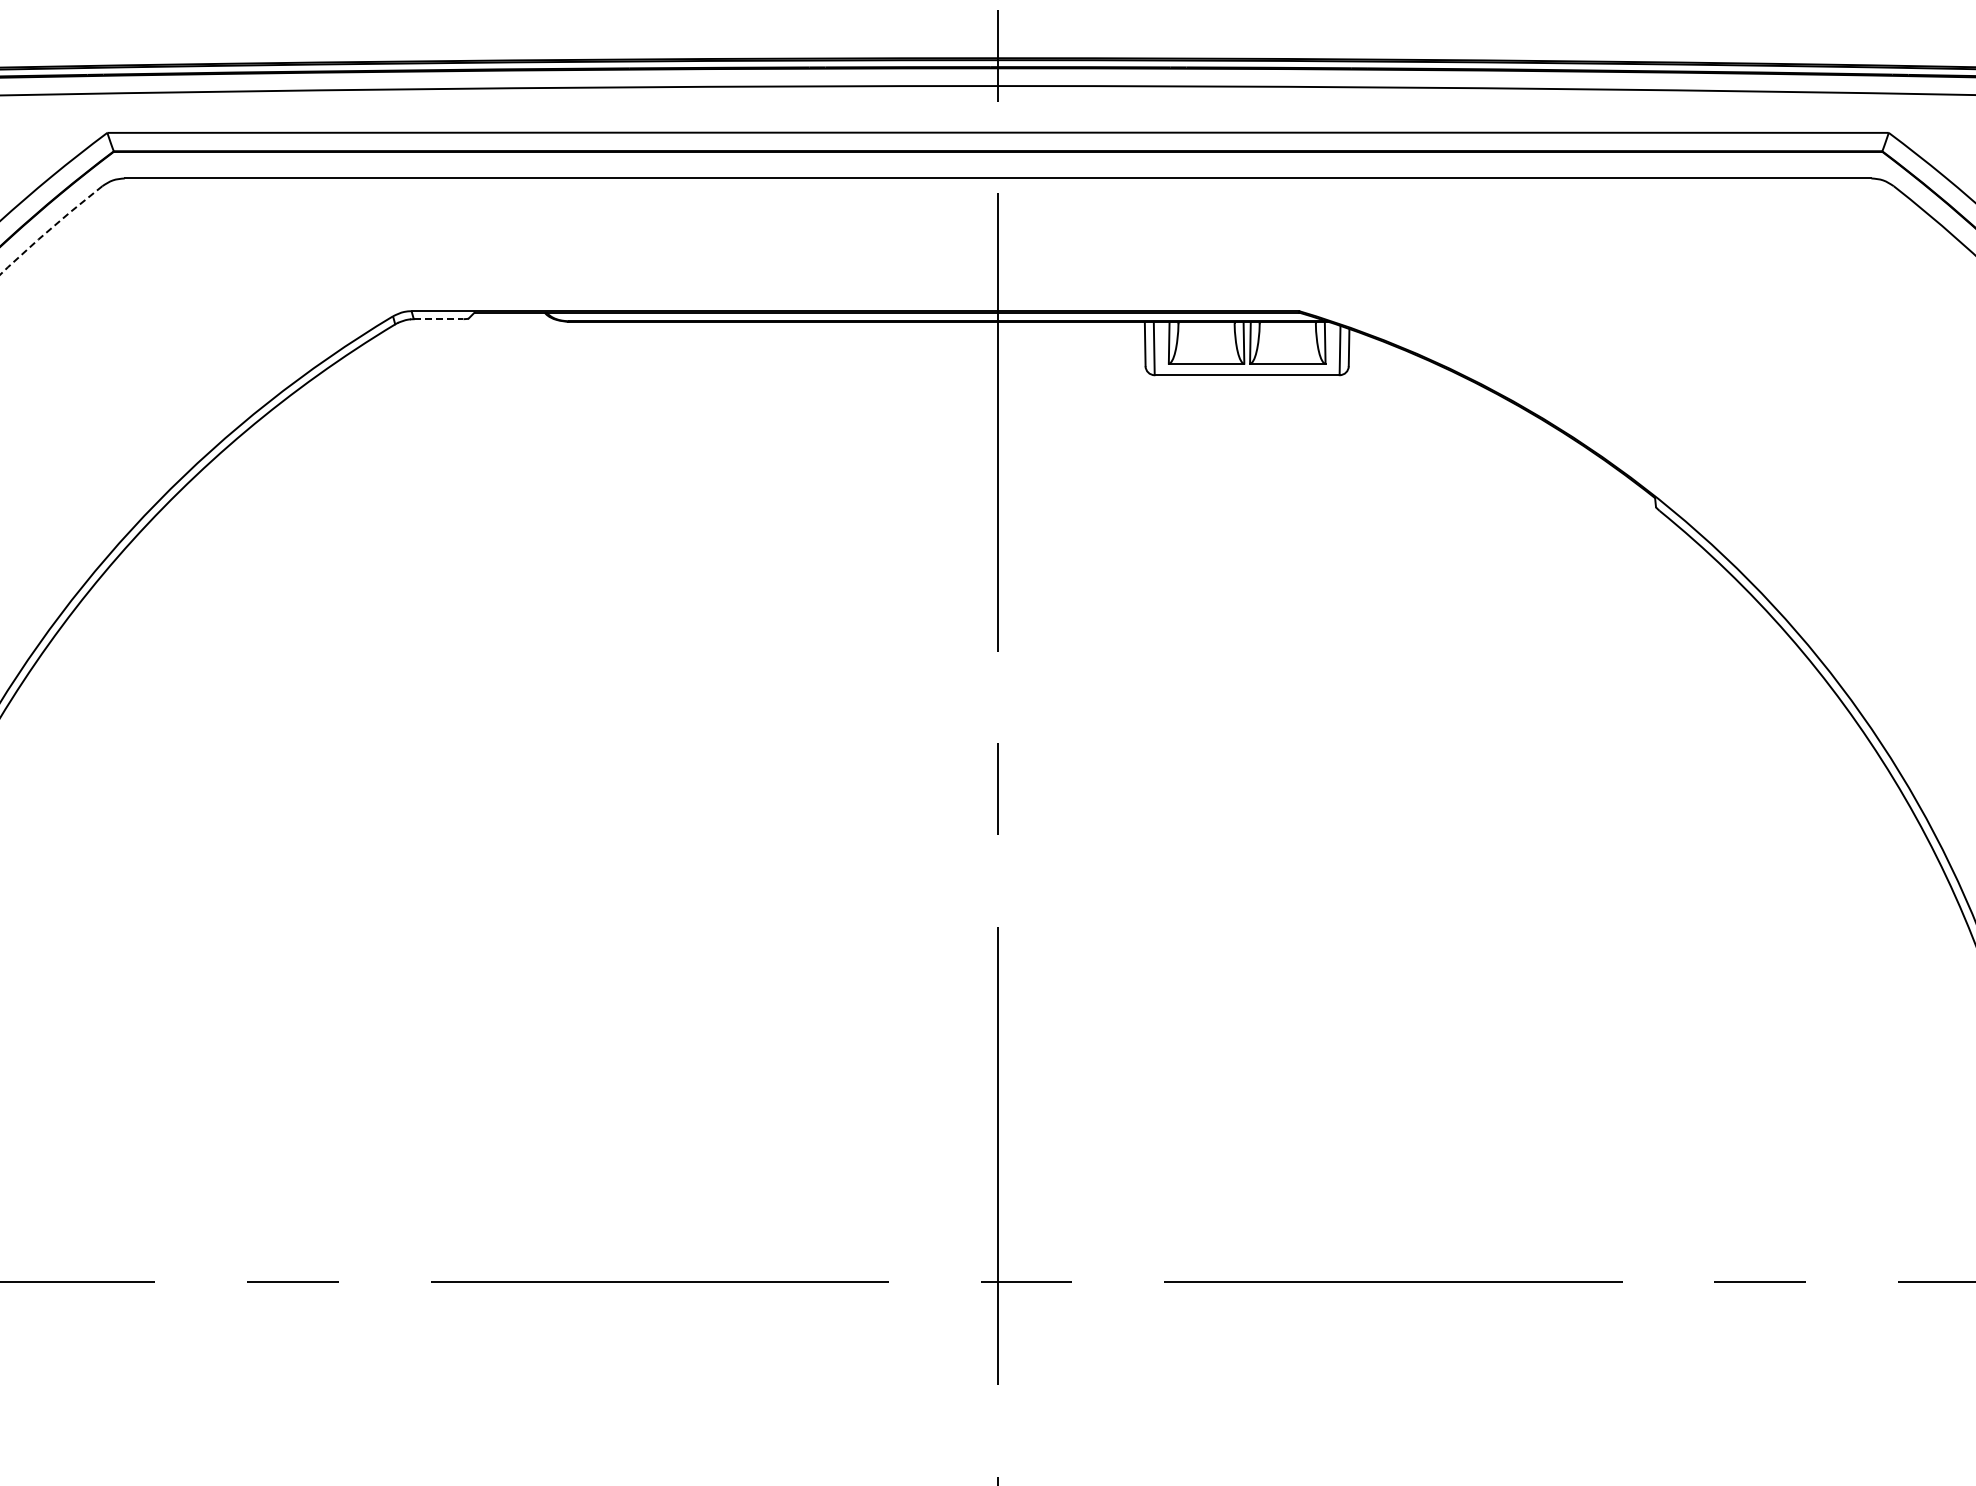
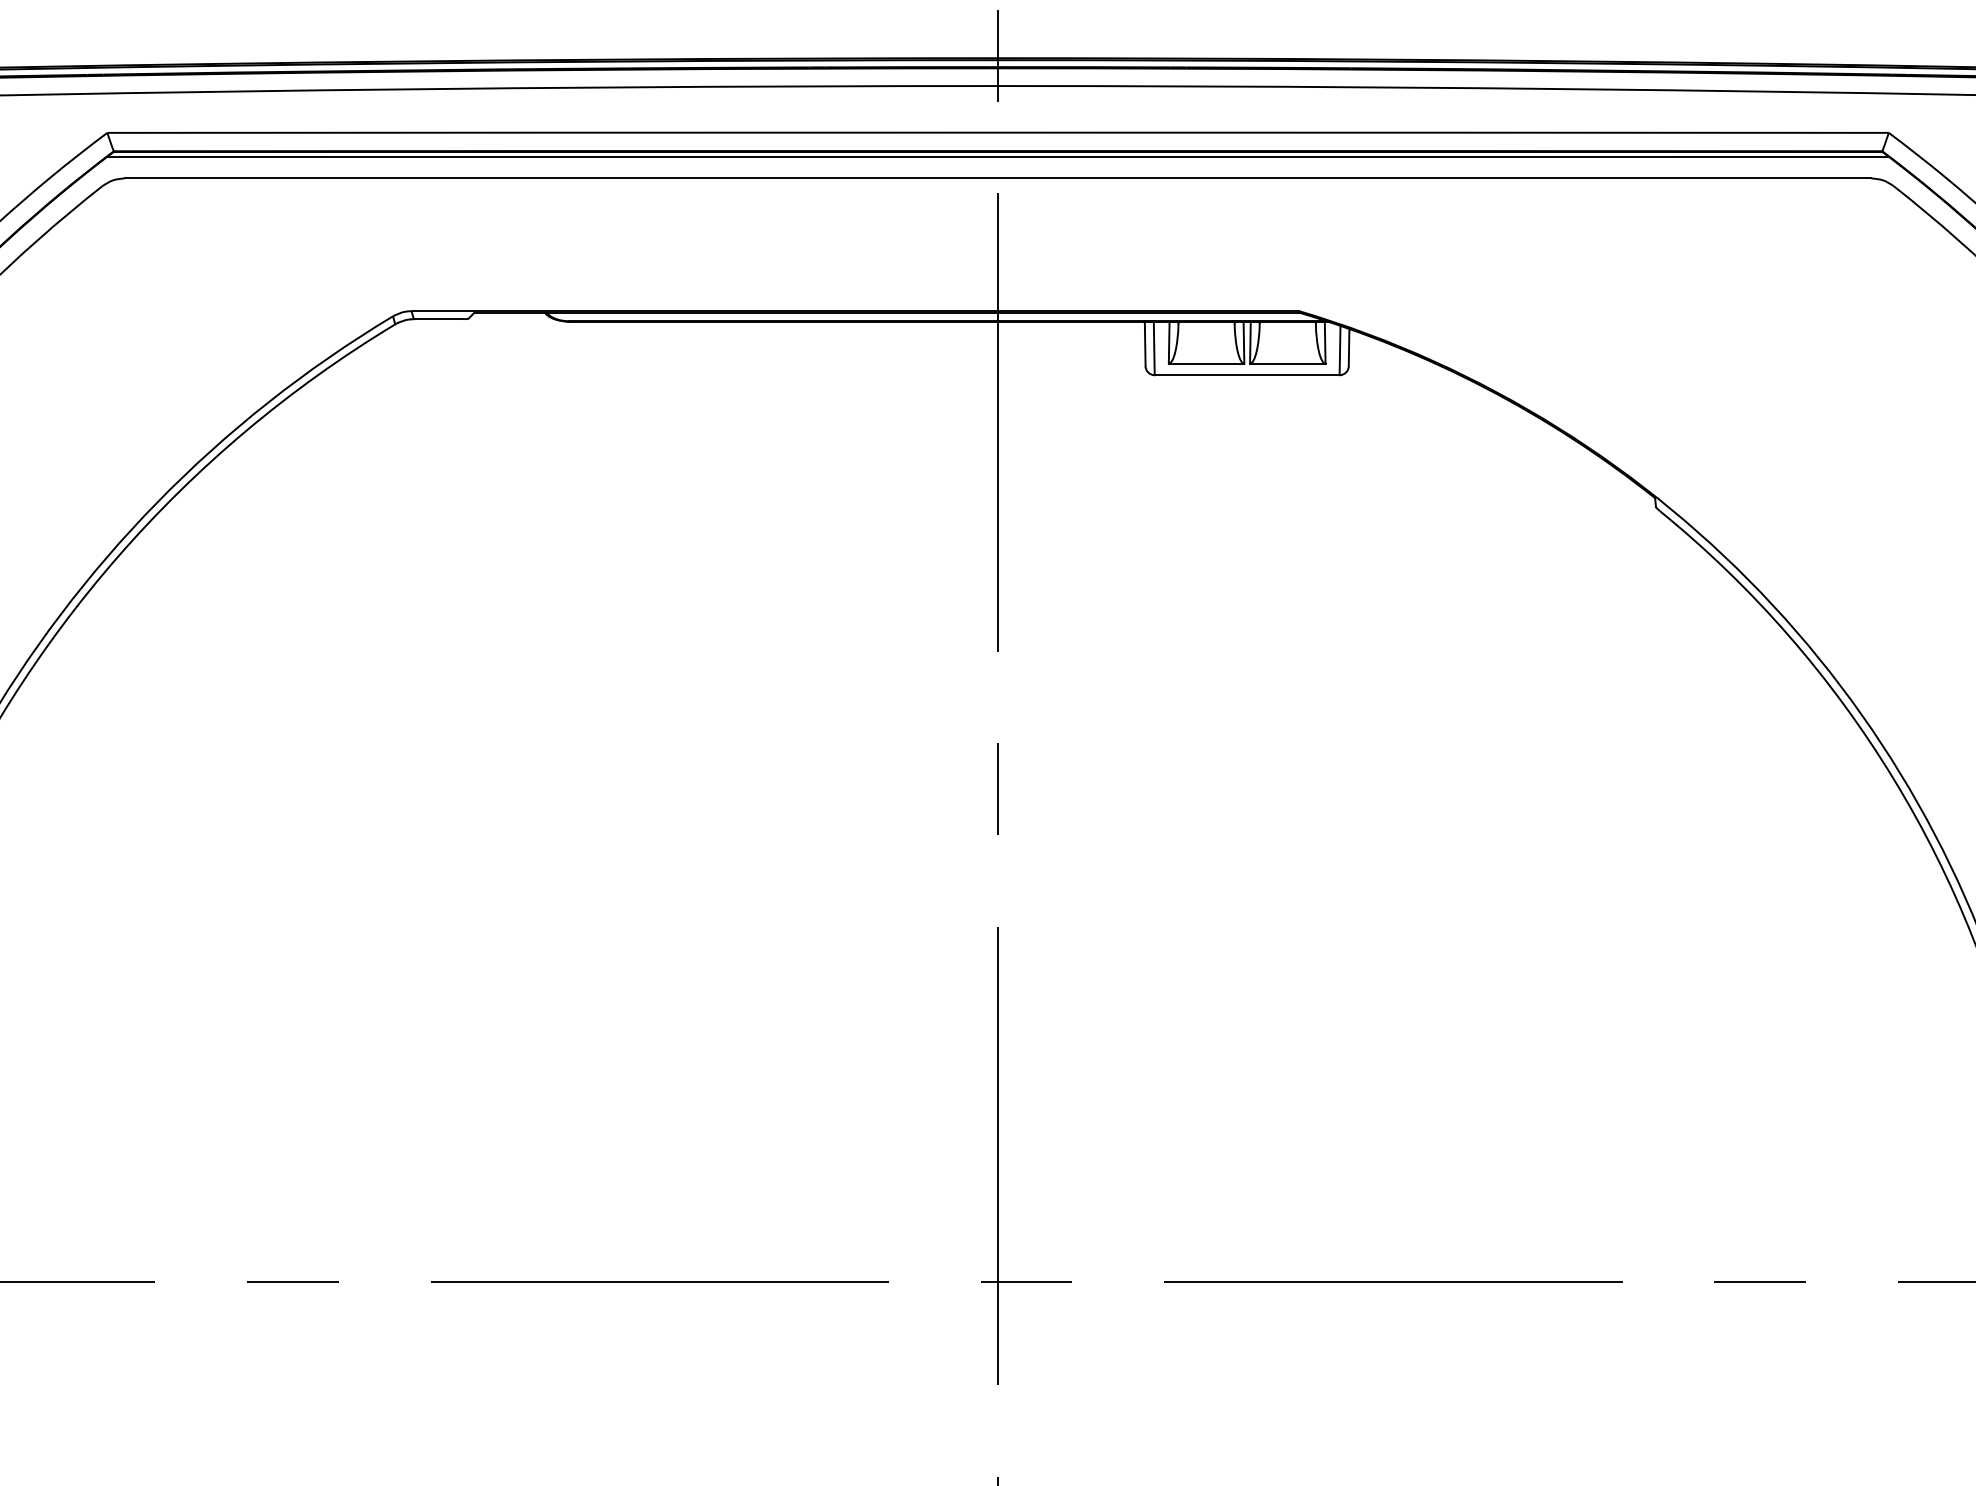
line at (997, 156): none -> present
arc at (49, 229): dashed -> solid
line at (438, 319): dashed -> solid
